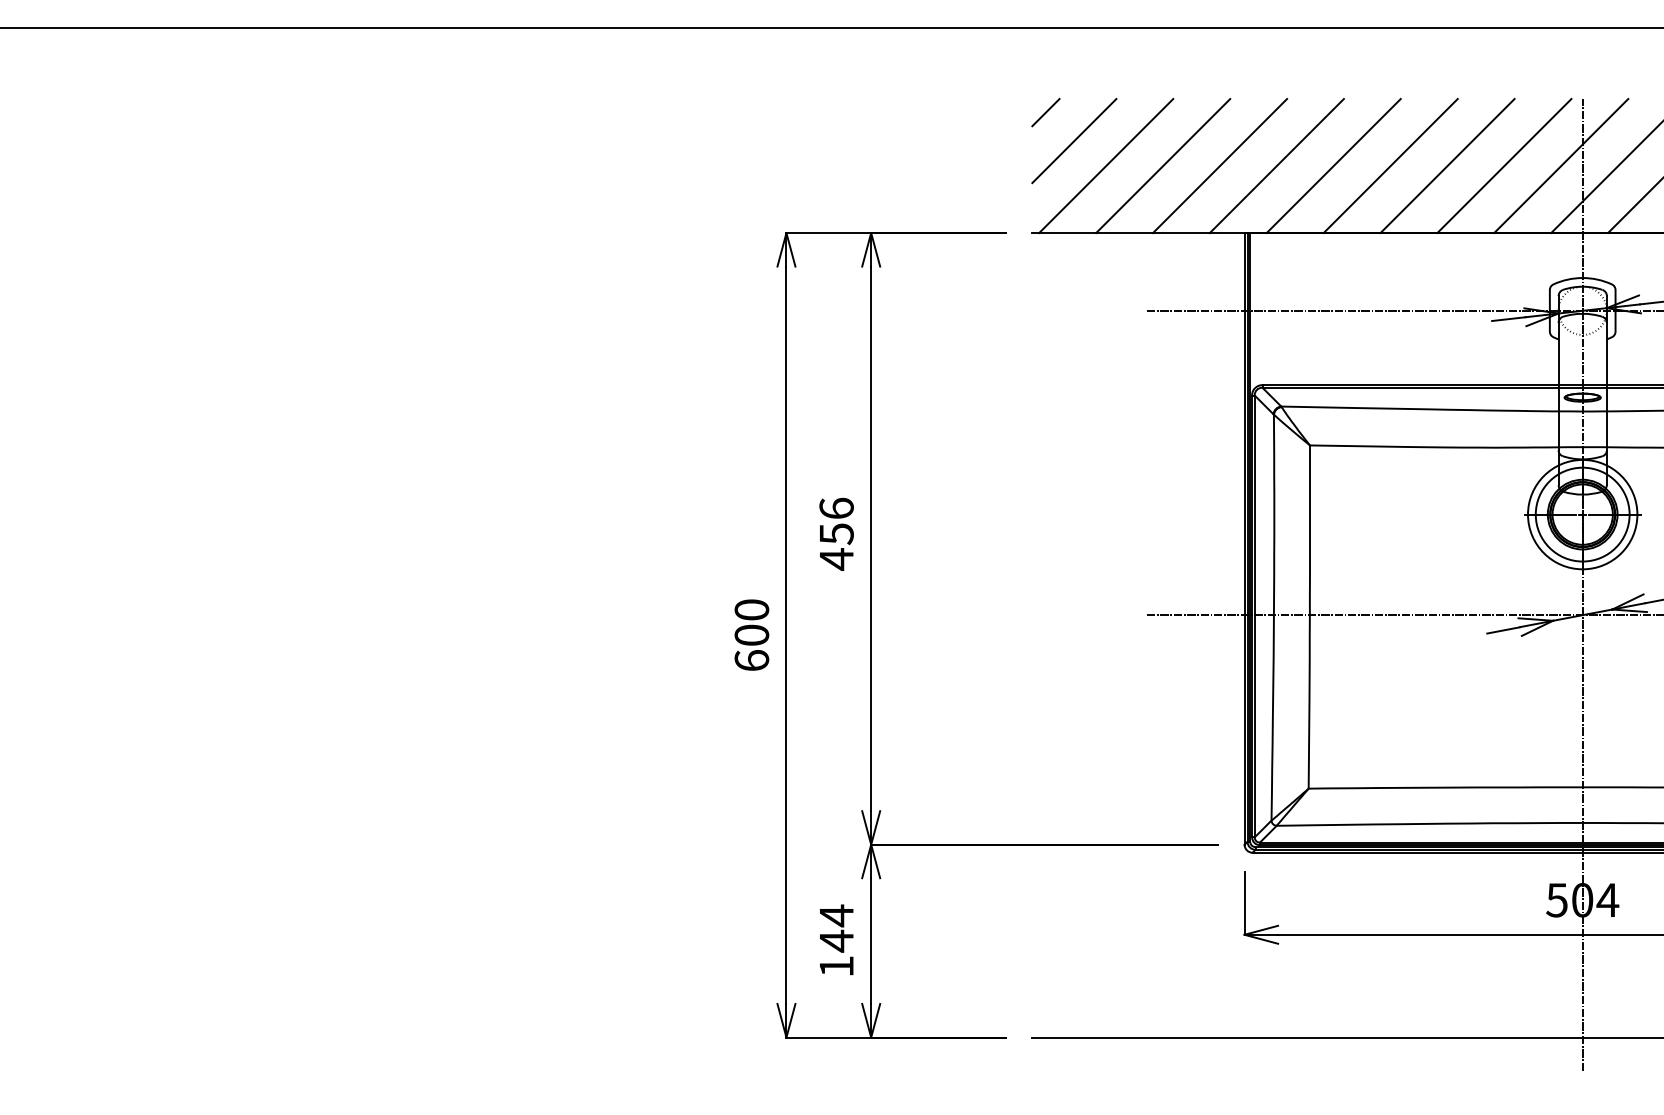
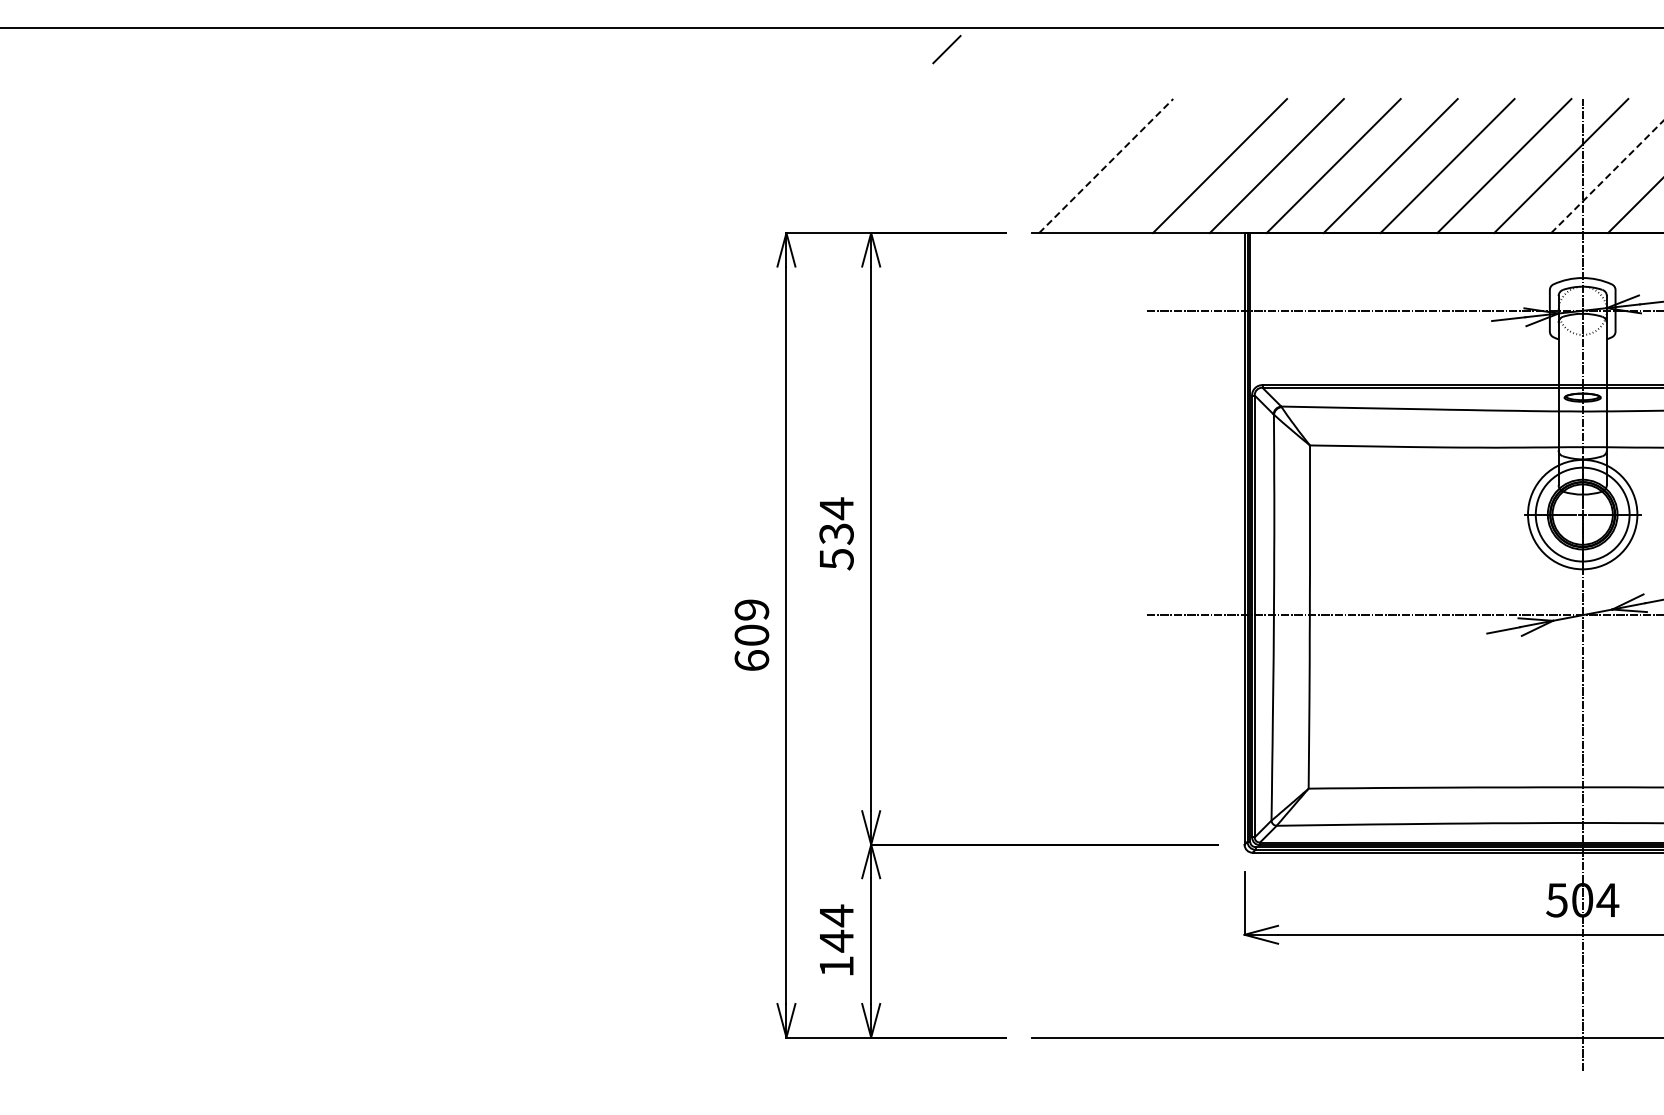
line at (1045, 112) position: (1045, 112) -> (946, 49)
line at (1074, 141): present -> none
line at (1106, 166): solid -> dashed
line at (1163, 166): present -> none
line at (1607, 176): solid -> dashed
text at (836, 533): 456 -> 534
text at (751, 609): 600 -> 609
